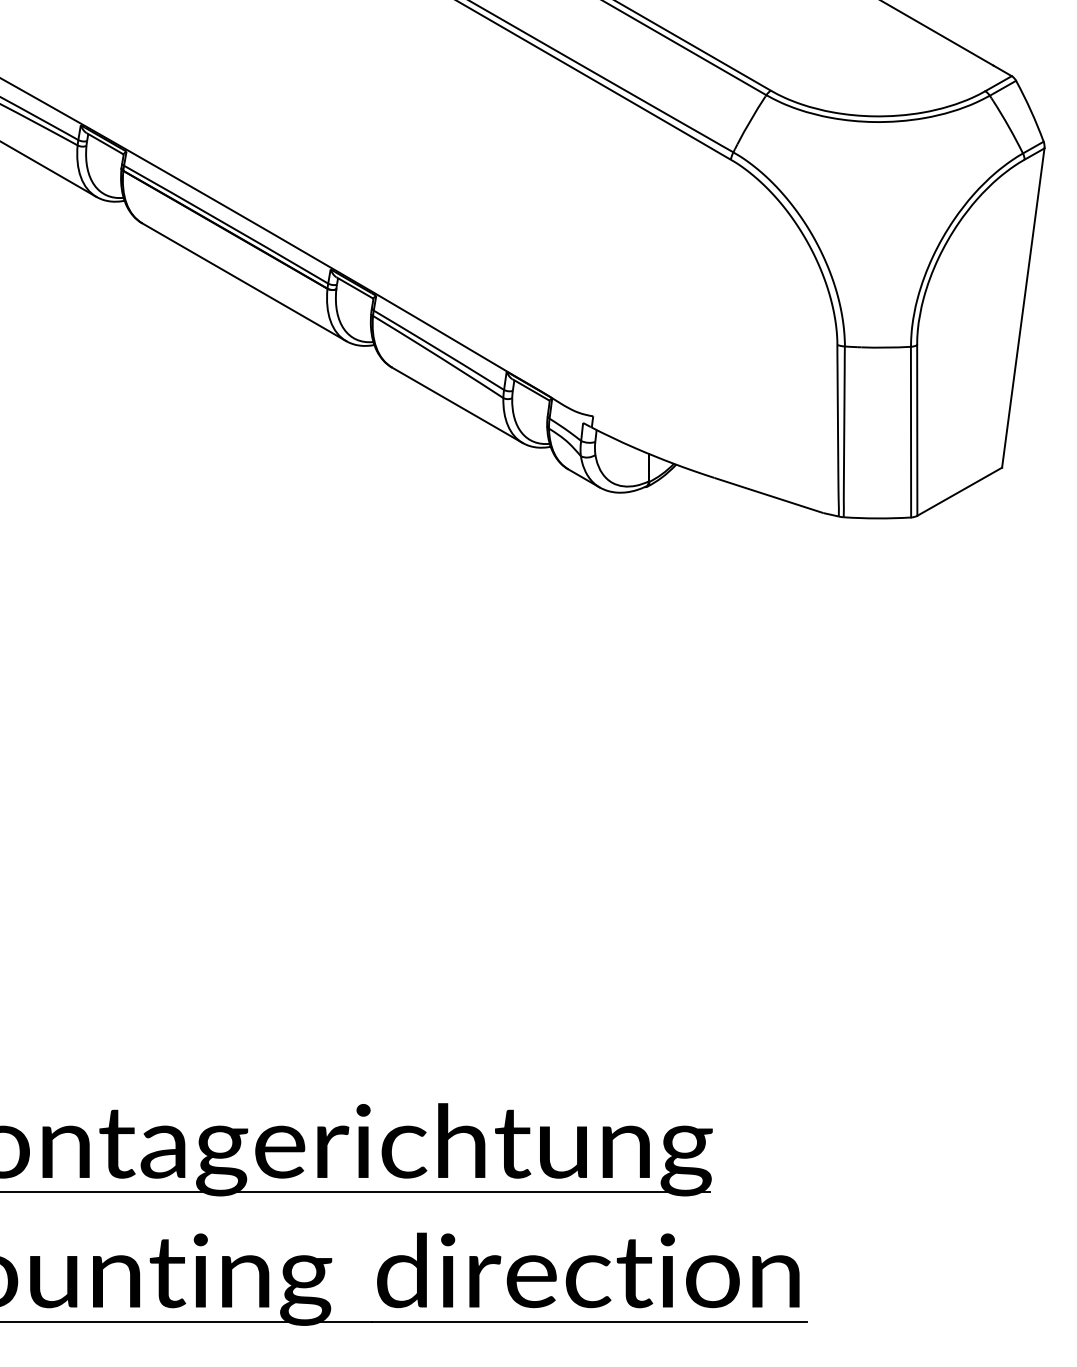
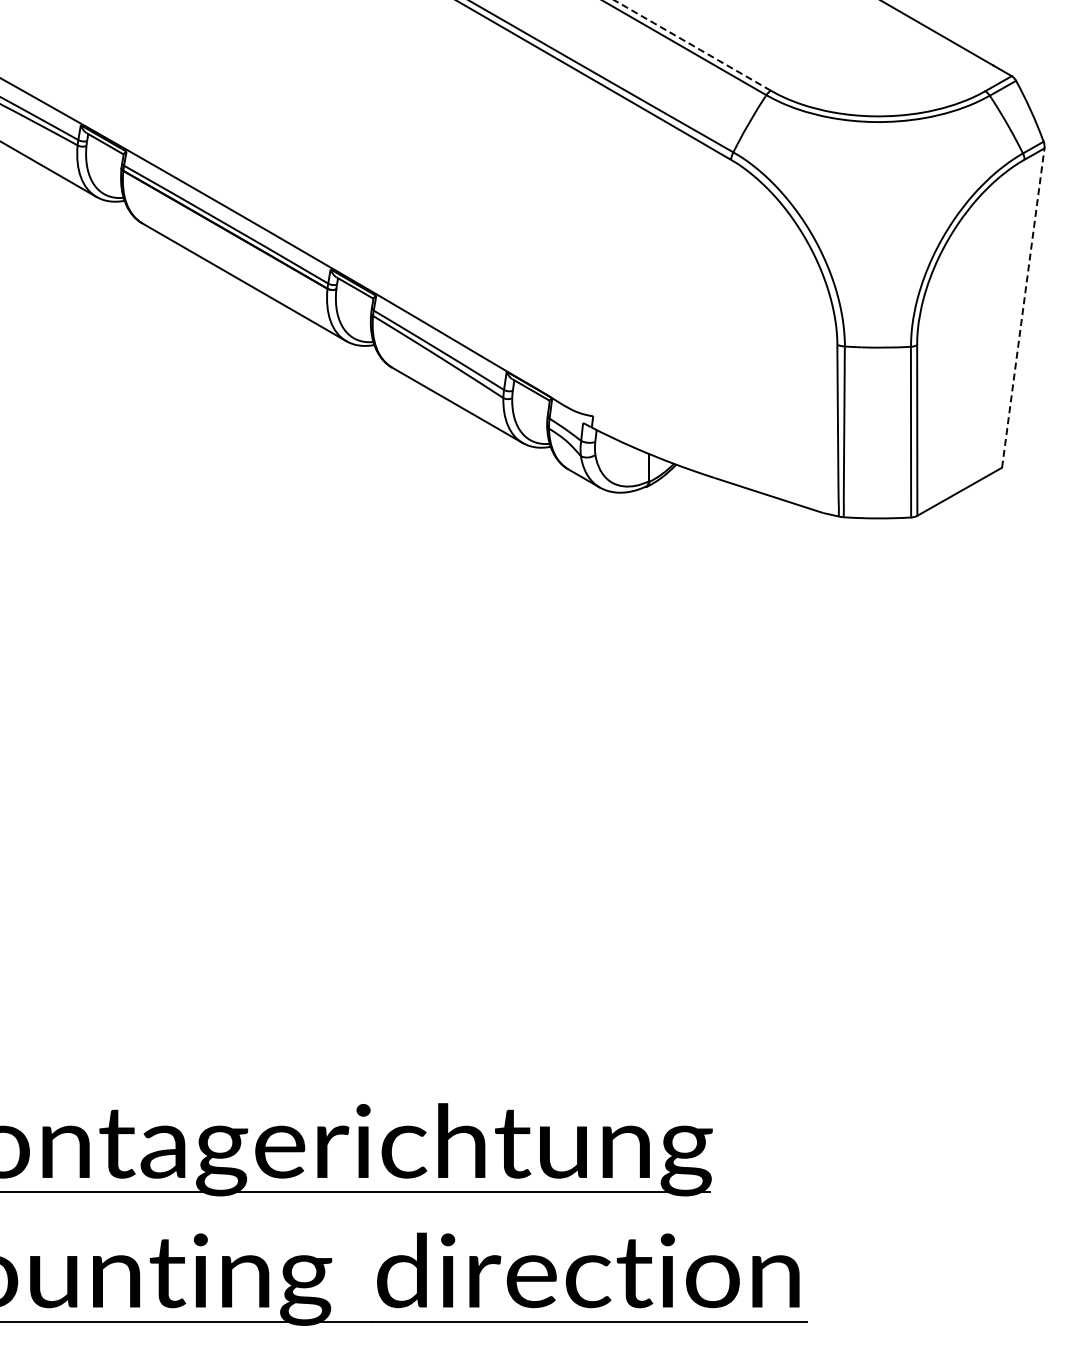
line at (692, 45): solid -> dashed
line at (1023, 307): solid -> dashed
